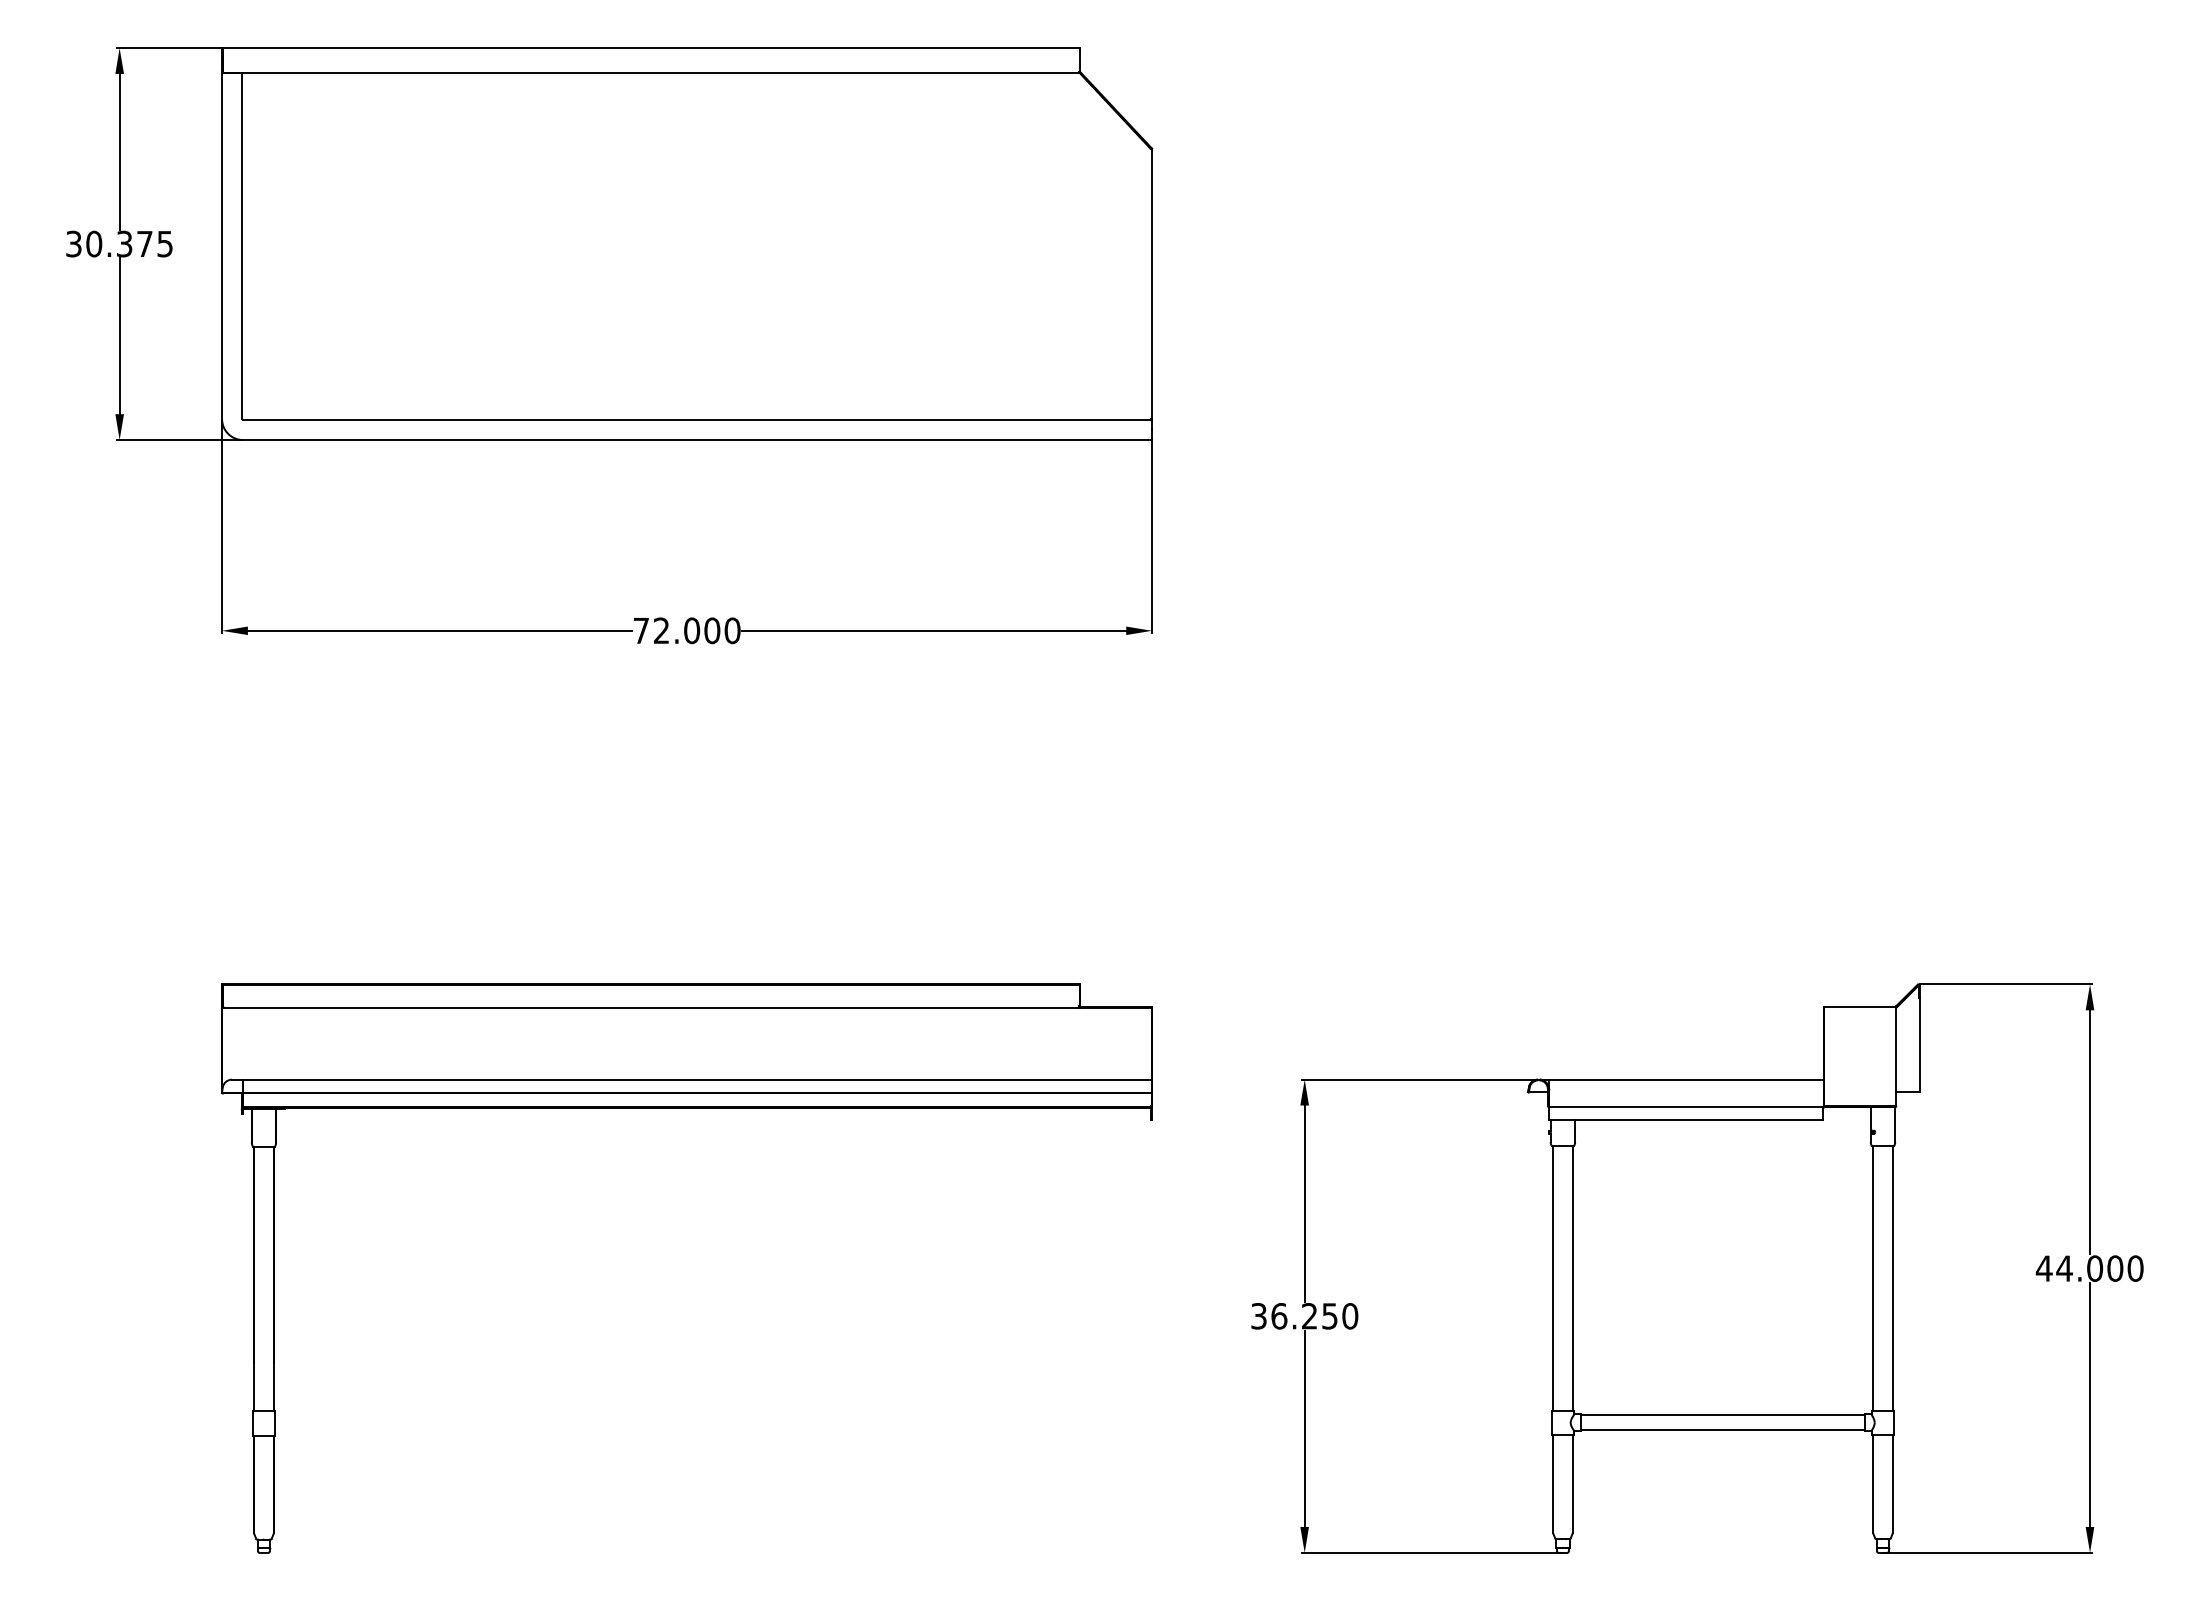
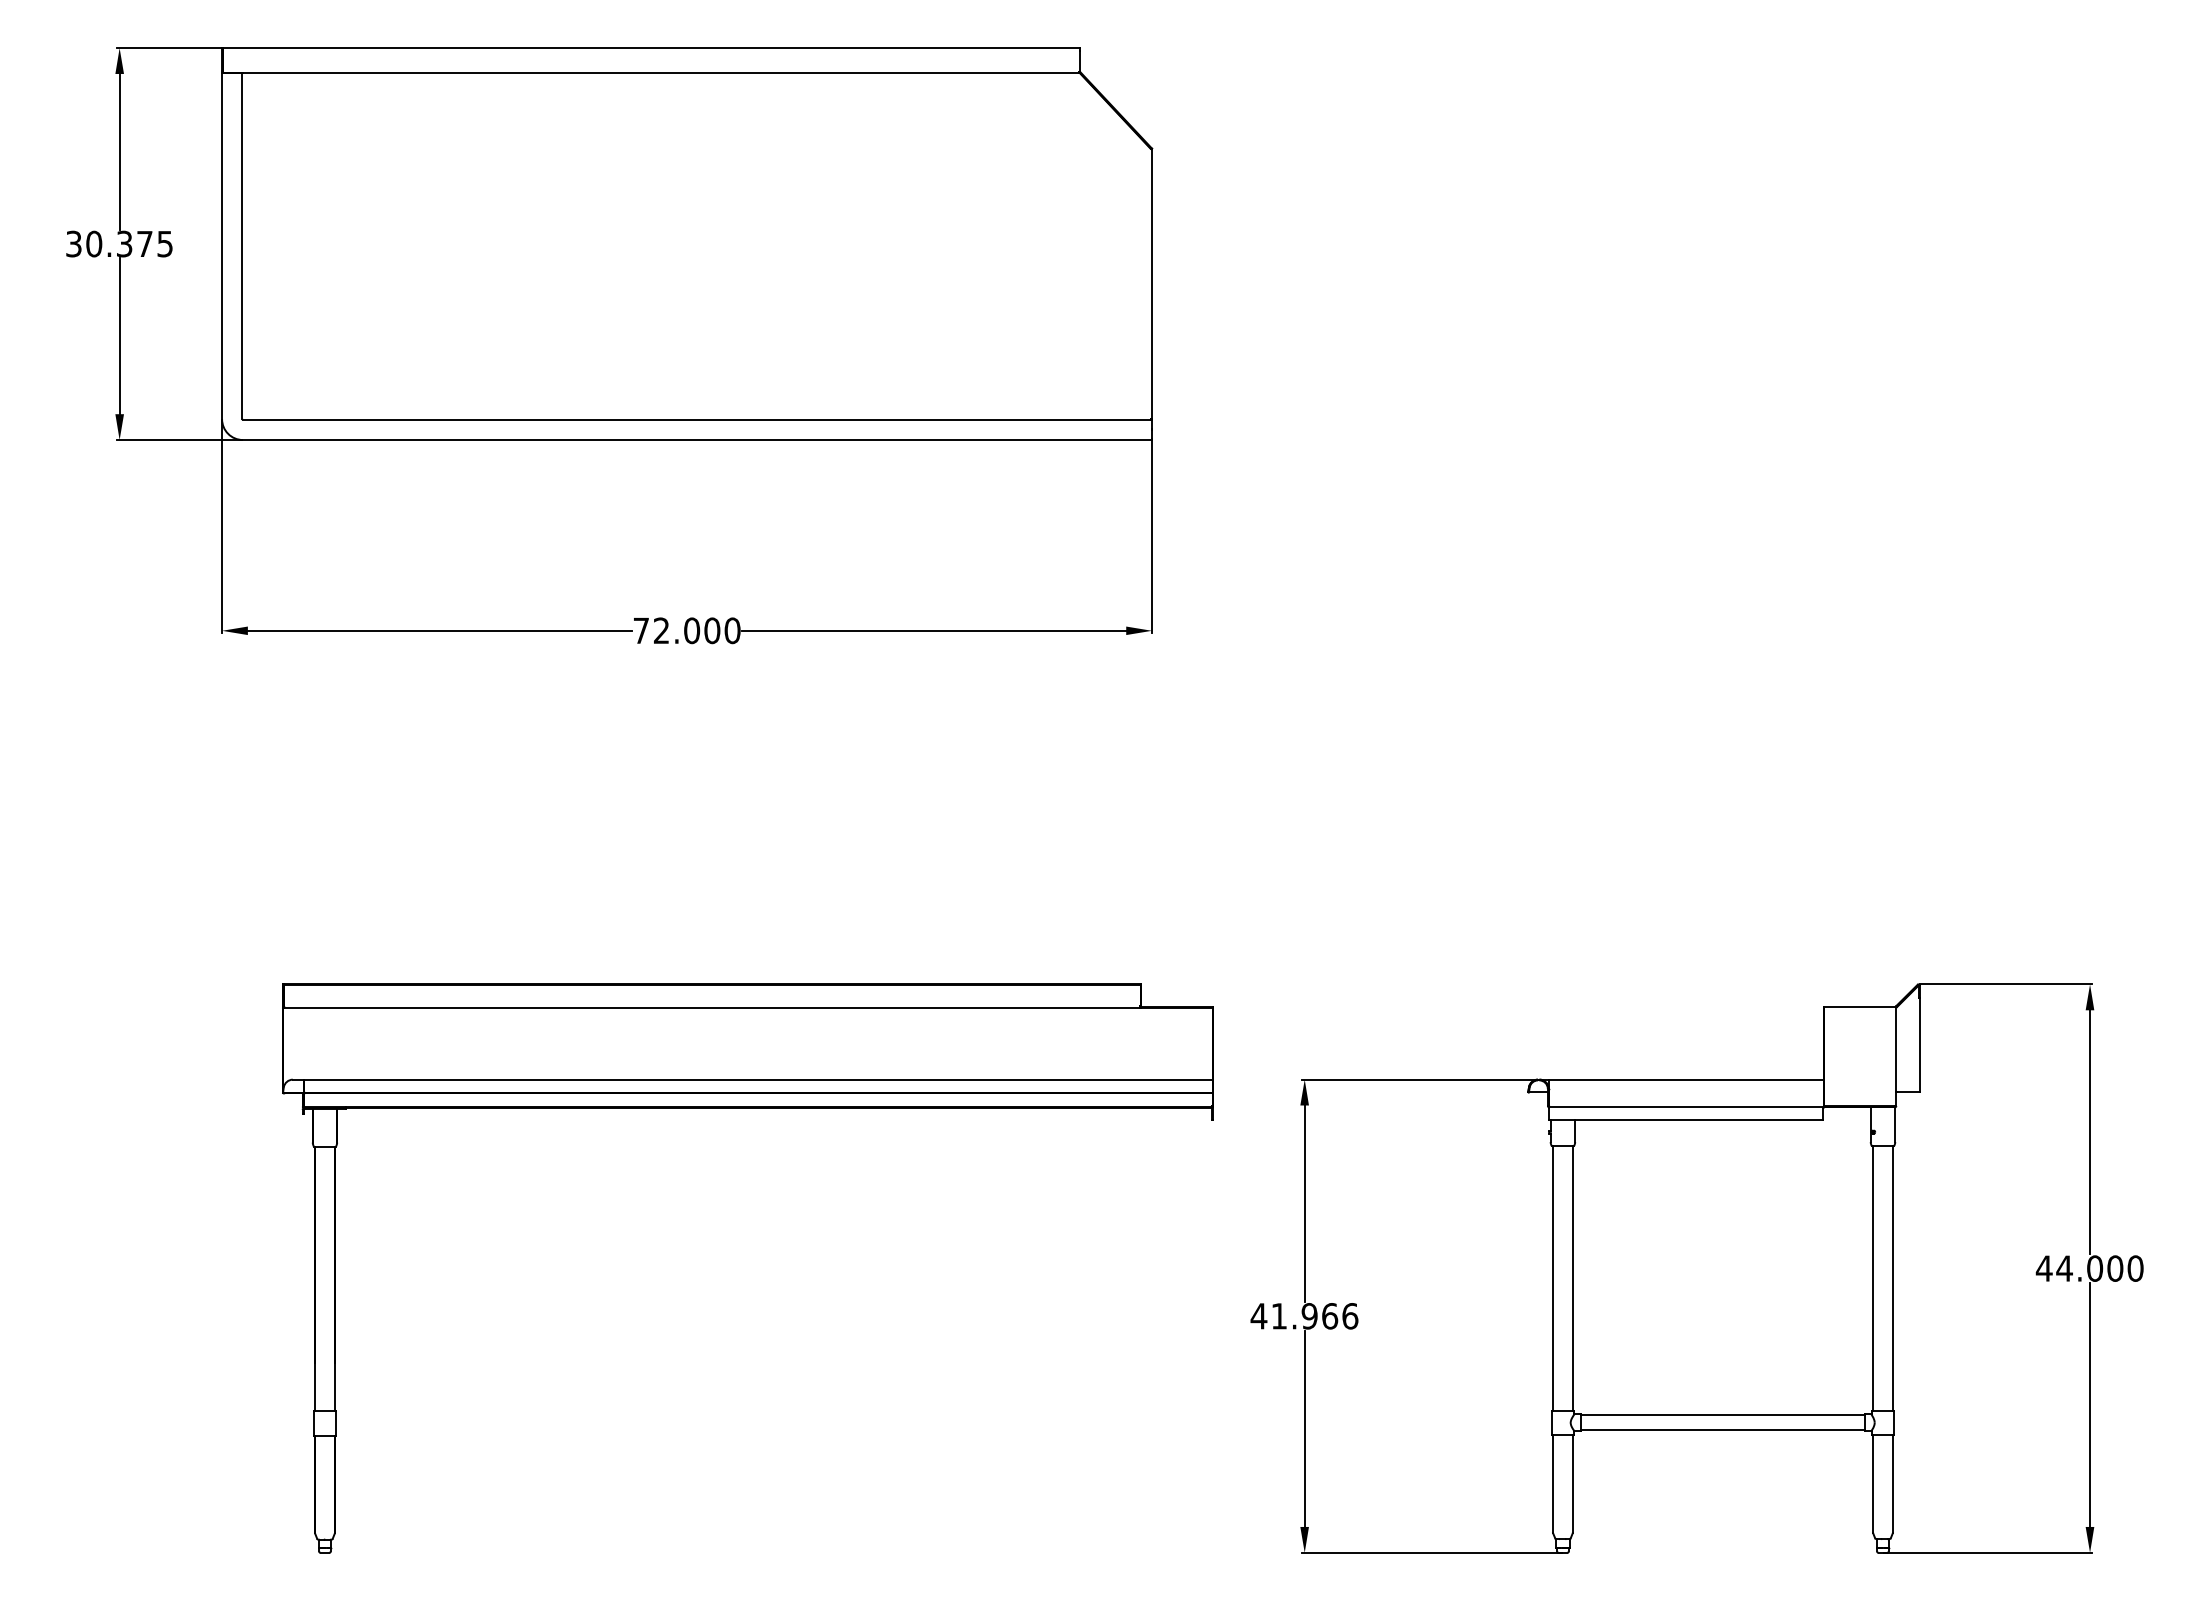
part at (686, 1108) position: (686, 1108) -> (747, 1108)
text at (1304, 1316): 36.250 -> 41.966
